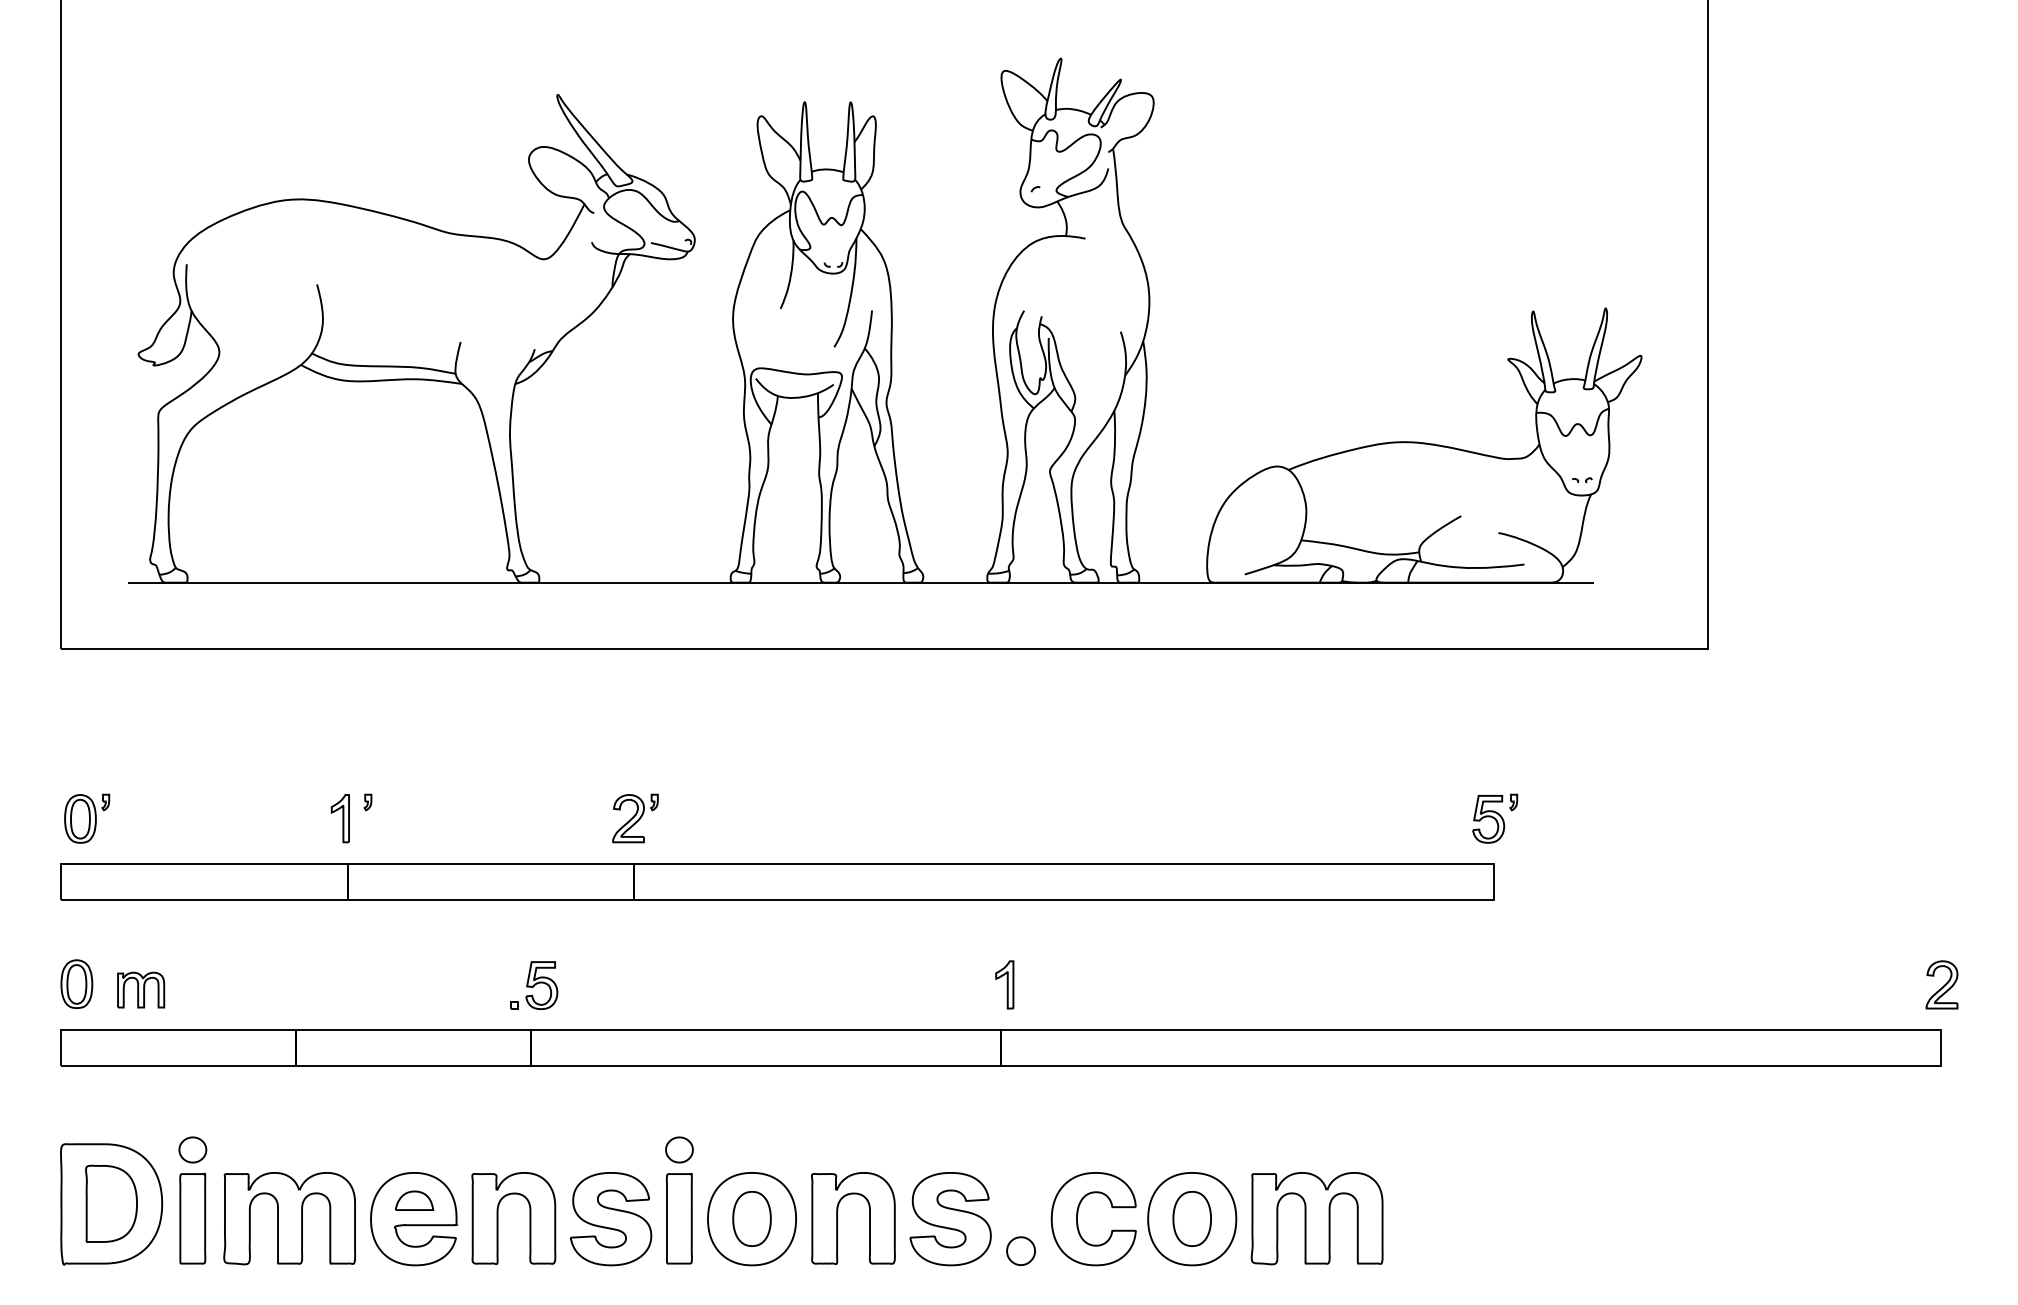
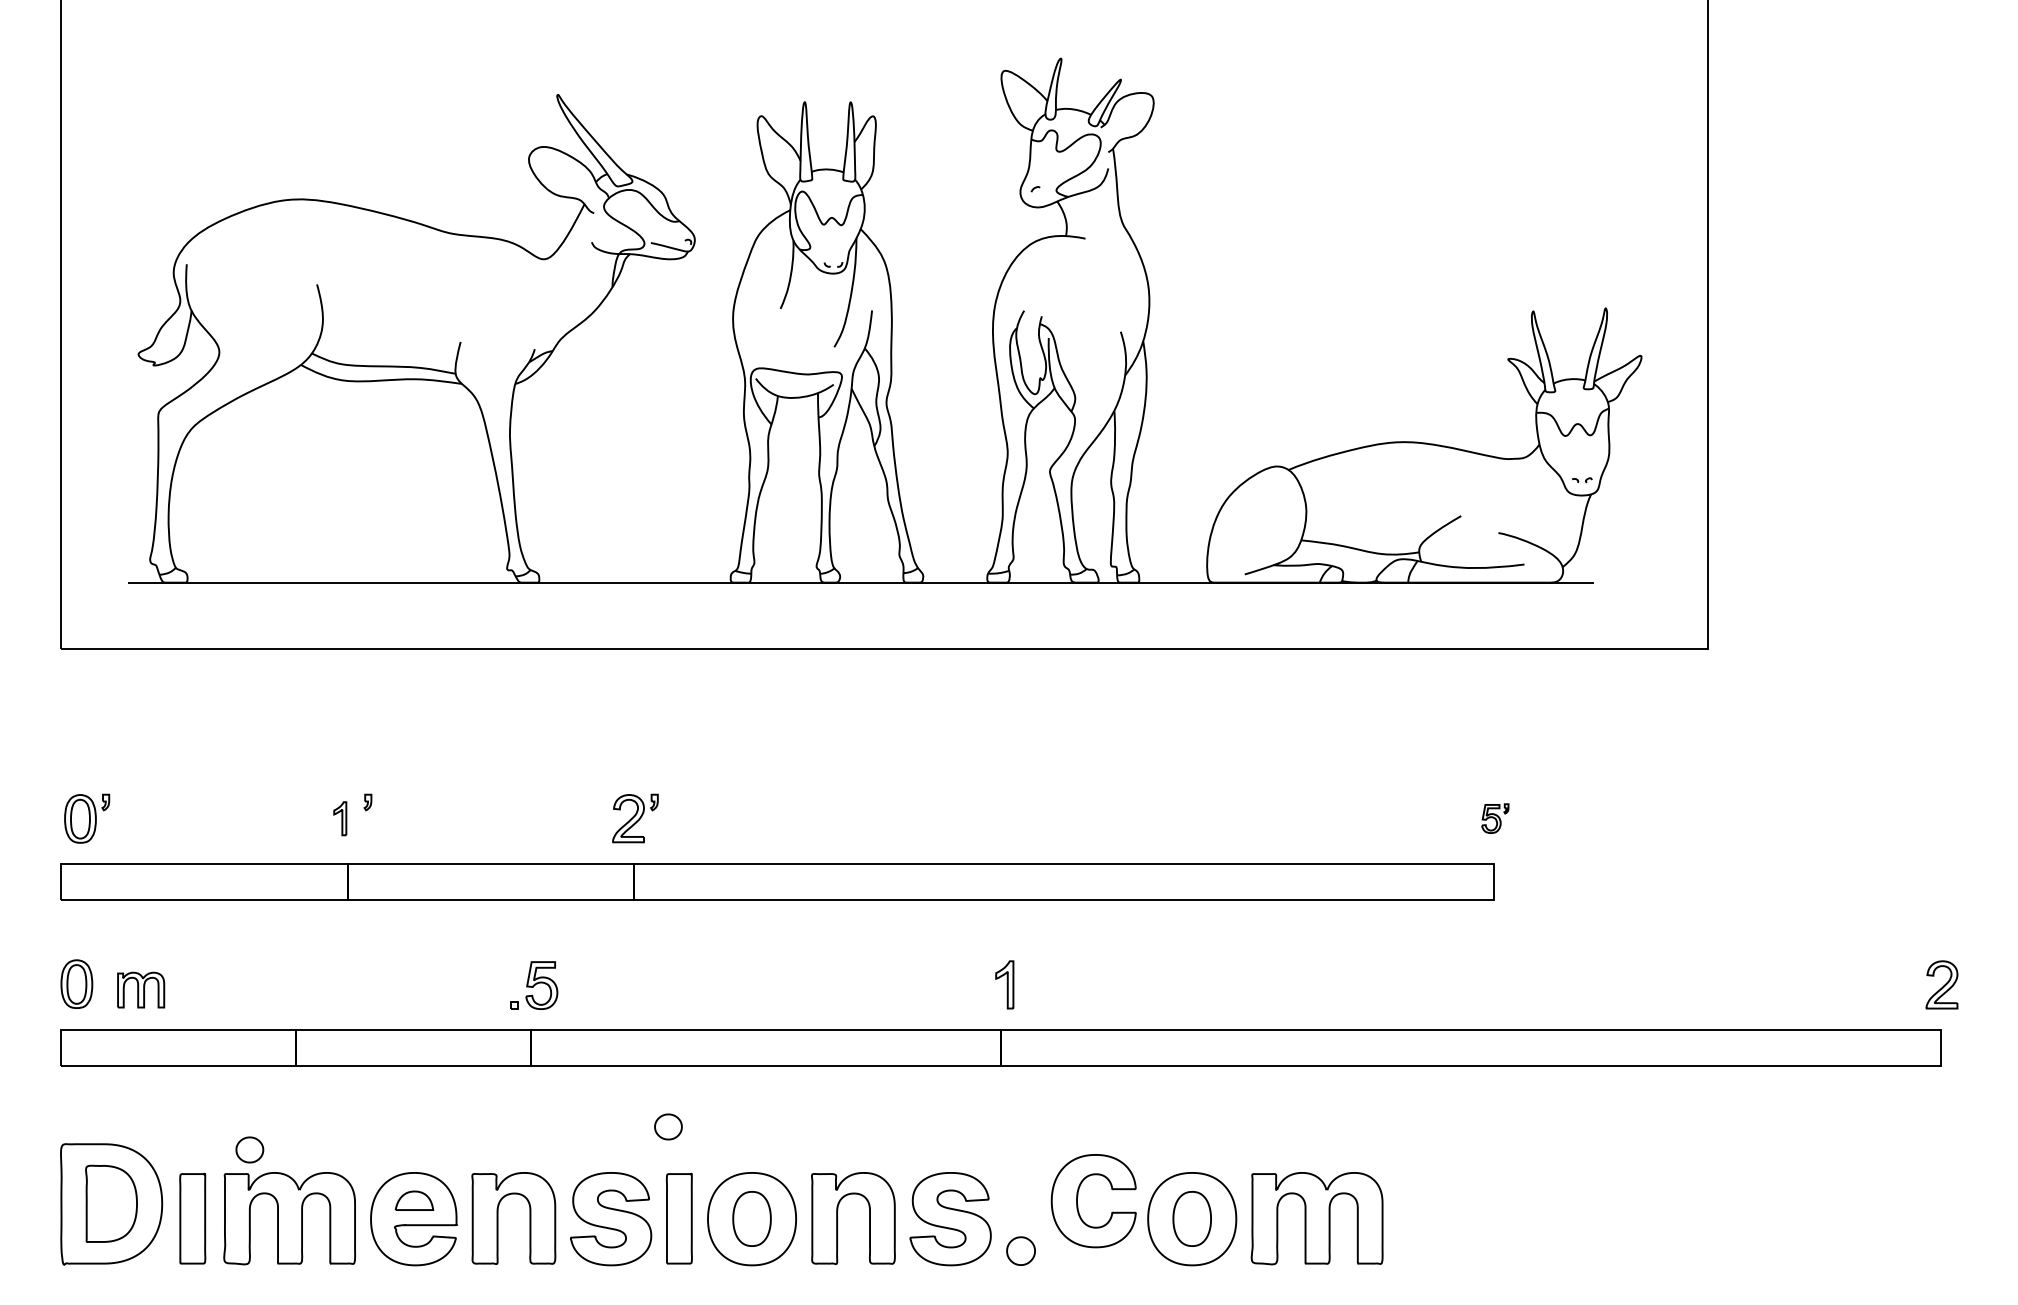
part at (339, 818) size: 20x50 px -> 15x36 px
part at (1495, 818) size: 47x51 px -> 29x31 px
part at (192, 1149) position: (192, 1149) -> (249, 1149)
part at (679, 1149) position: (679, 1149) -> (668, 1126)
part at (1078, 1223) position: (1078, 1223) -> (1078, 1205)
